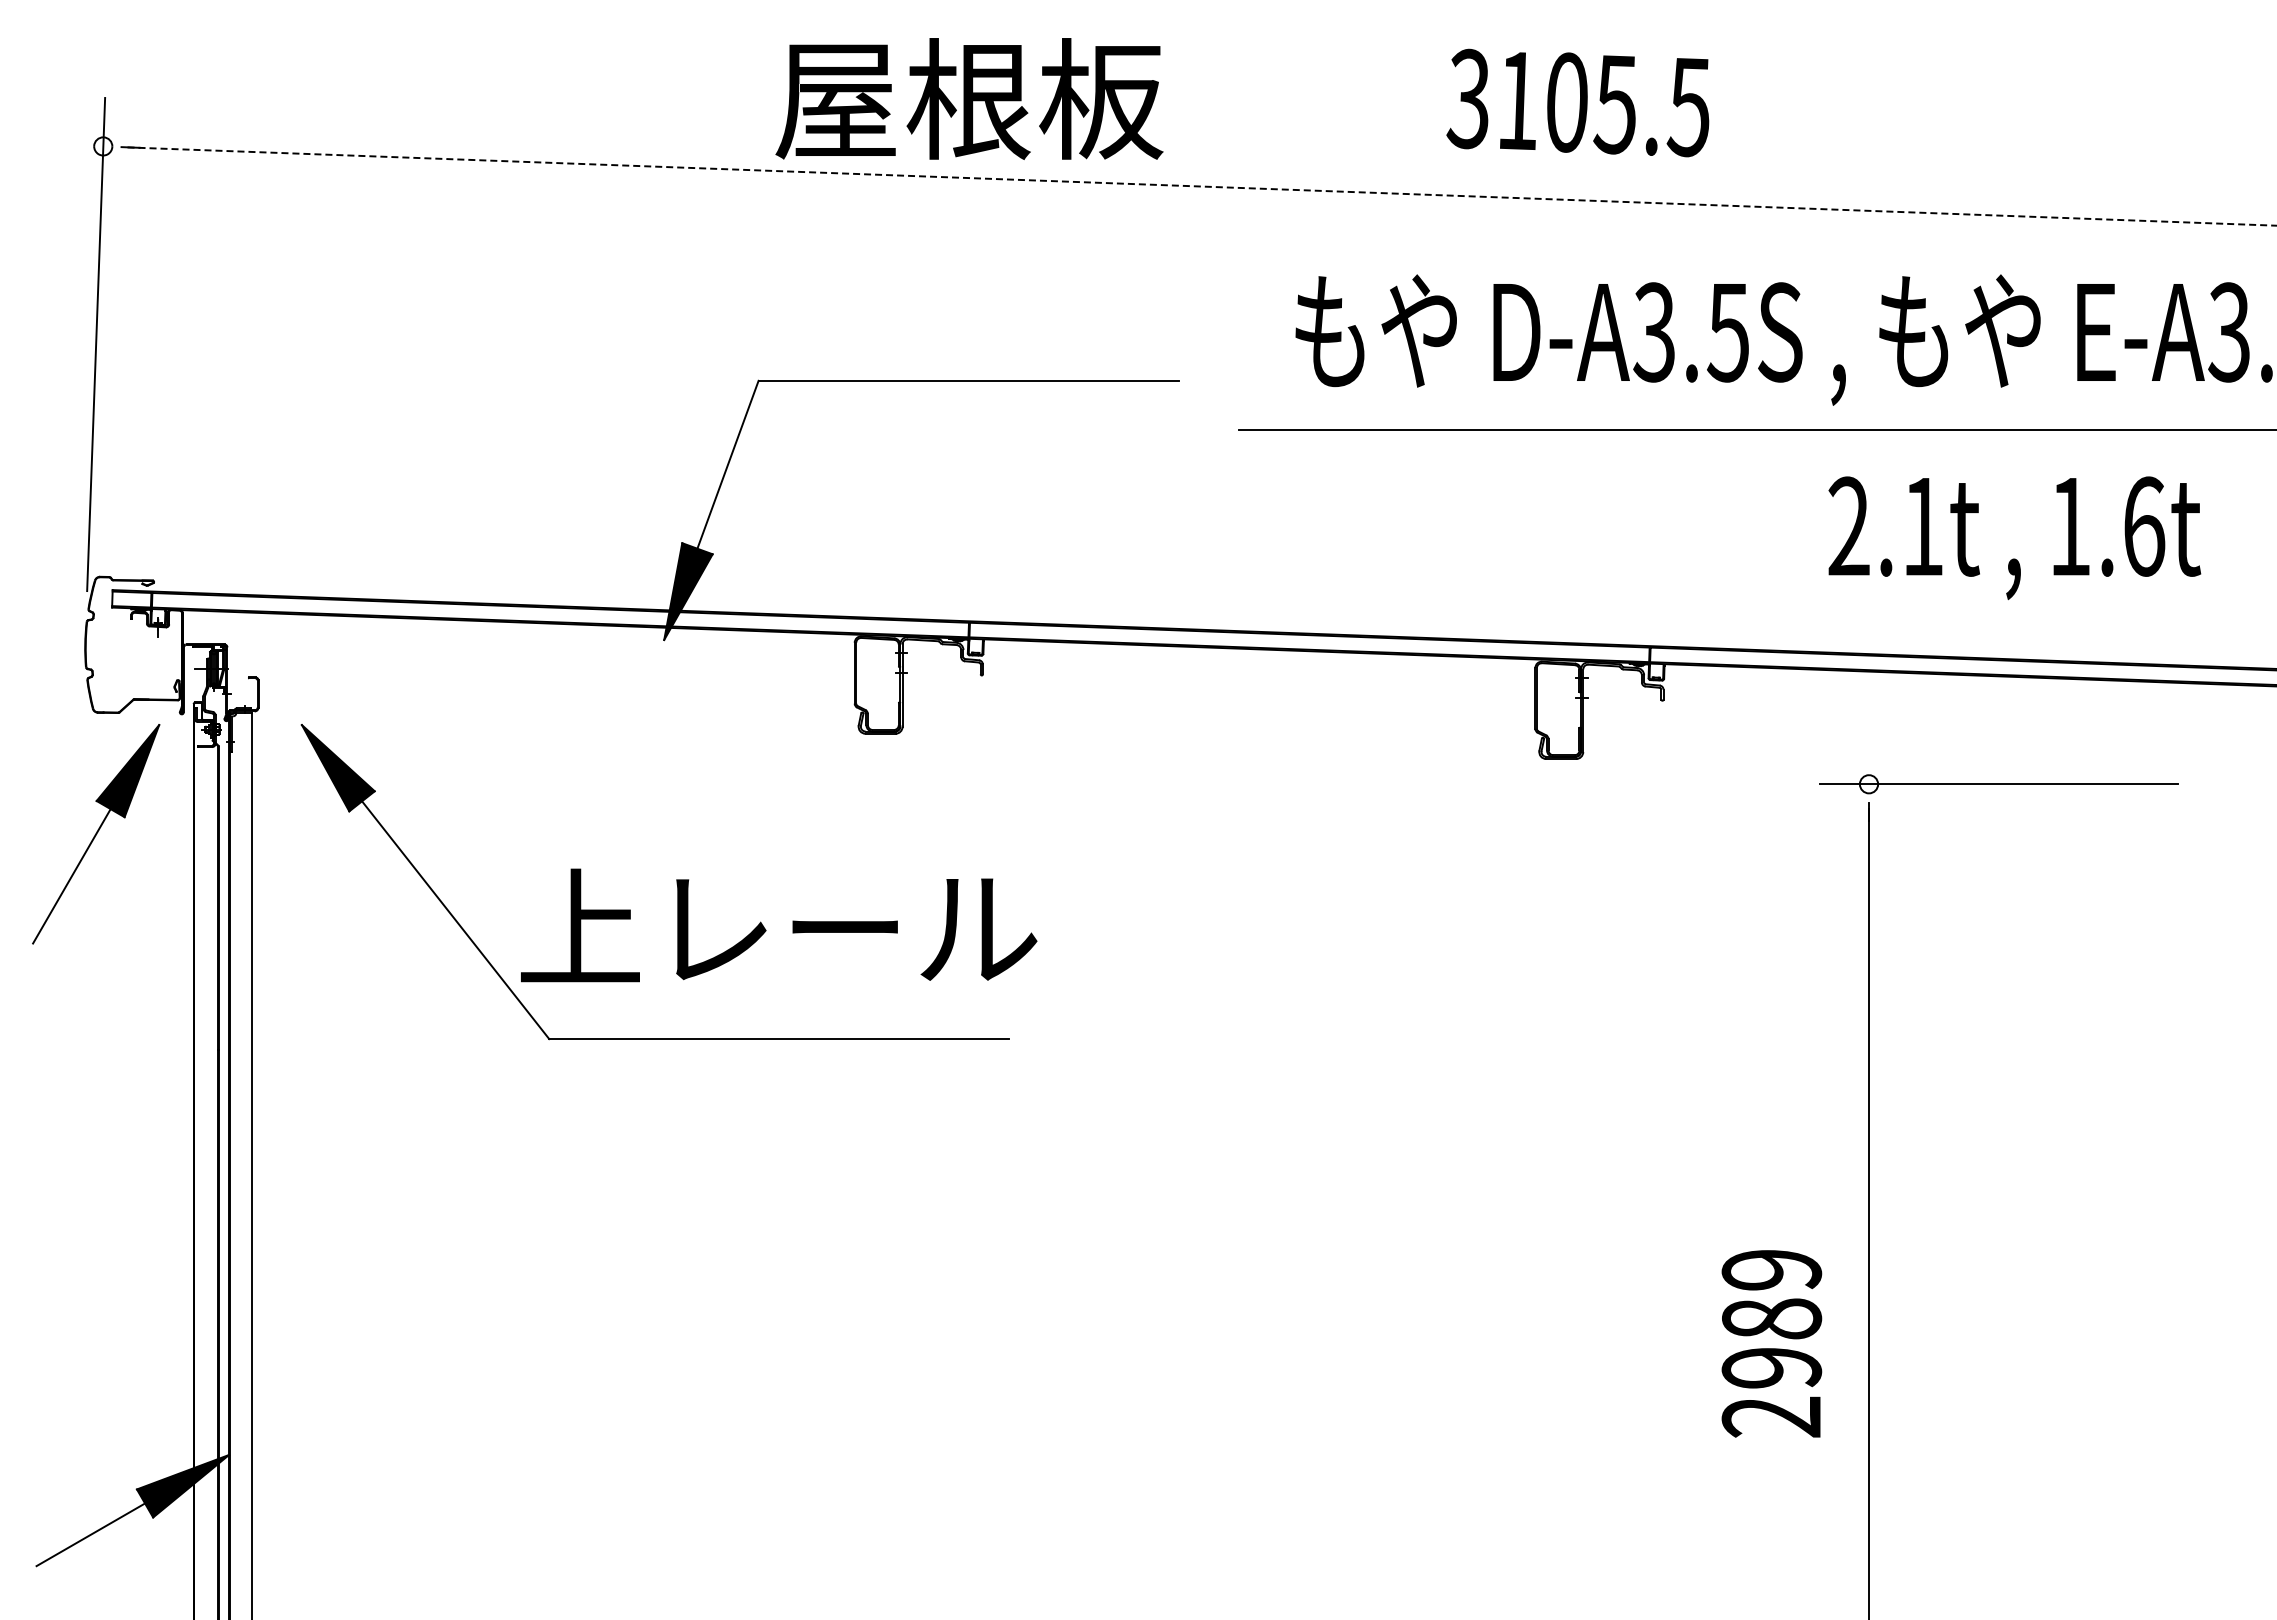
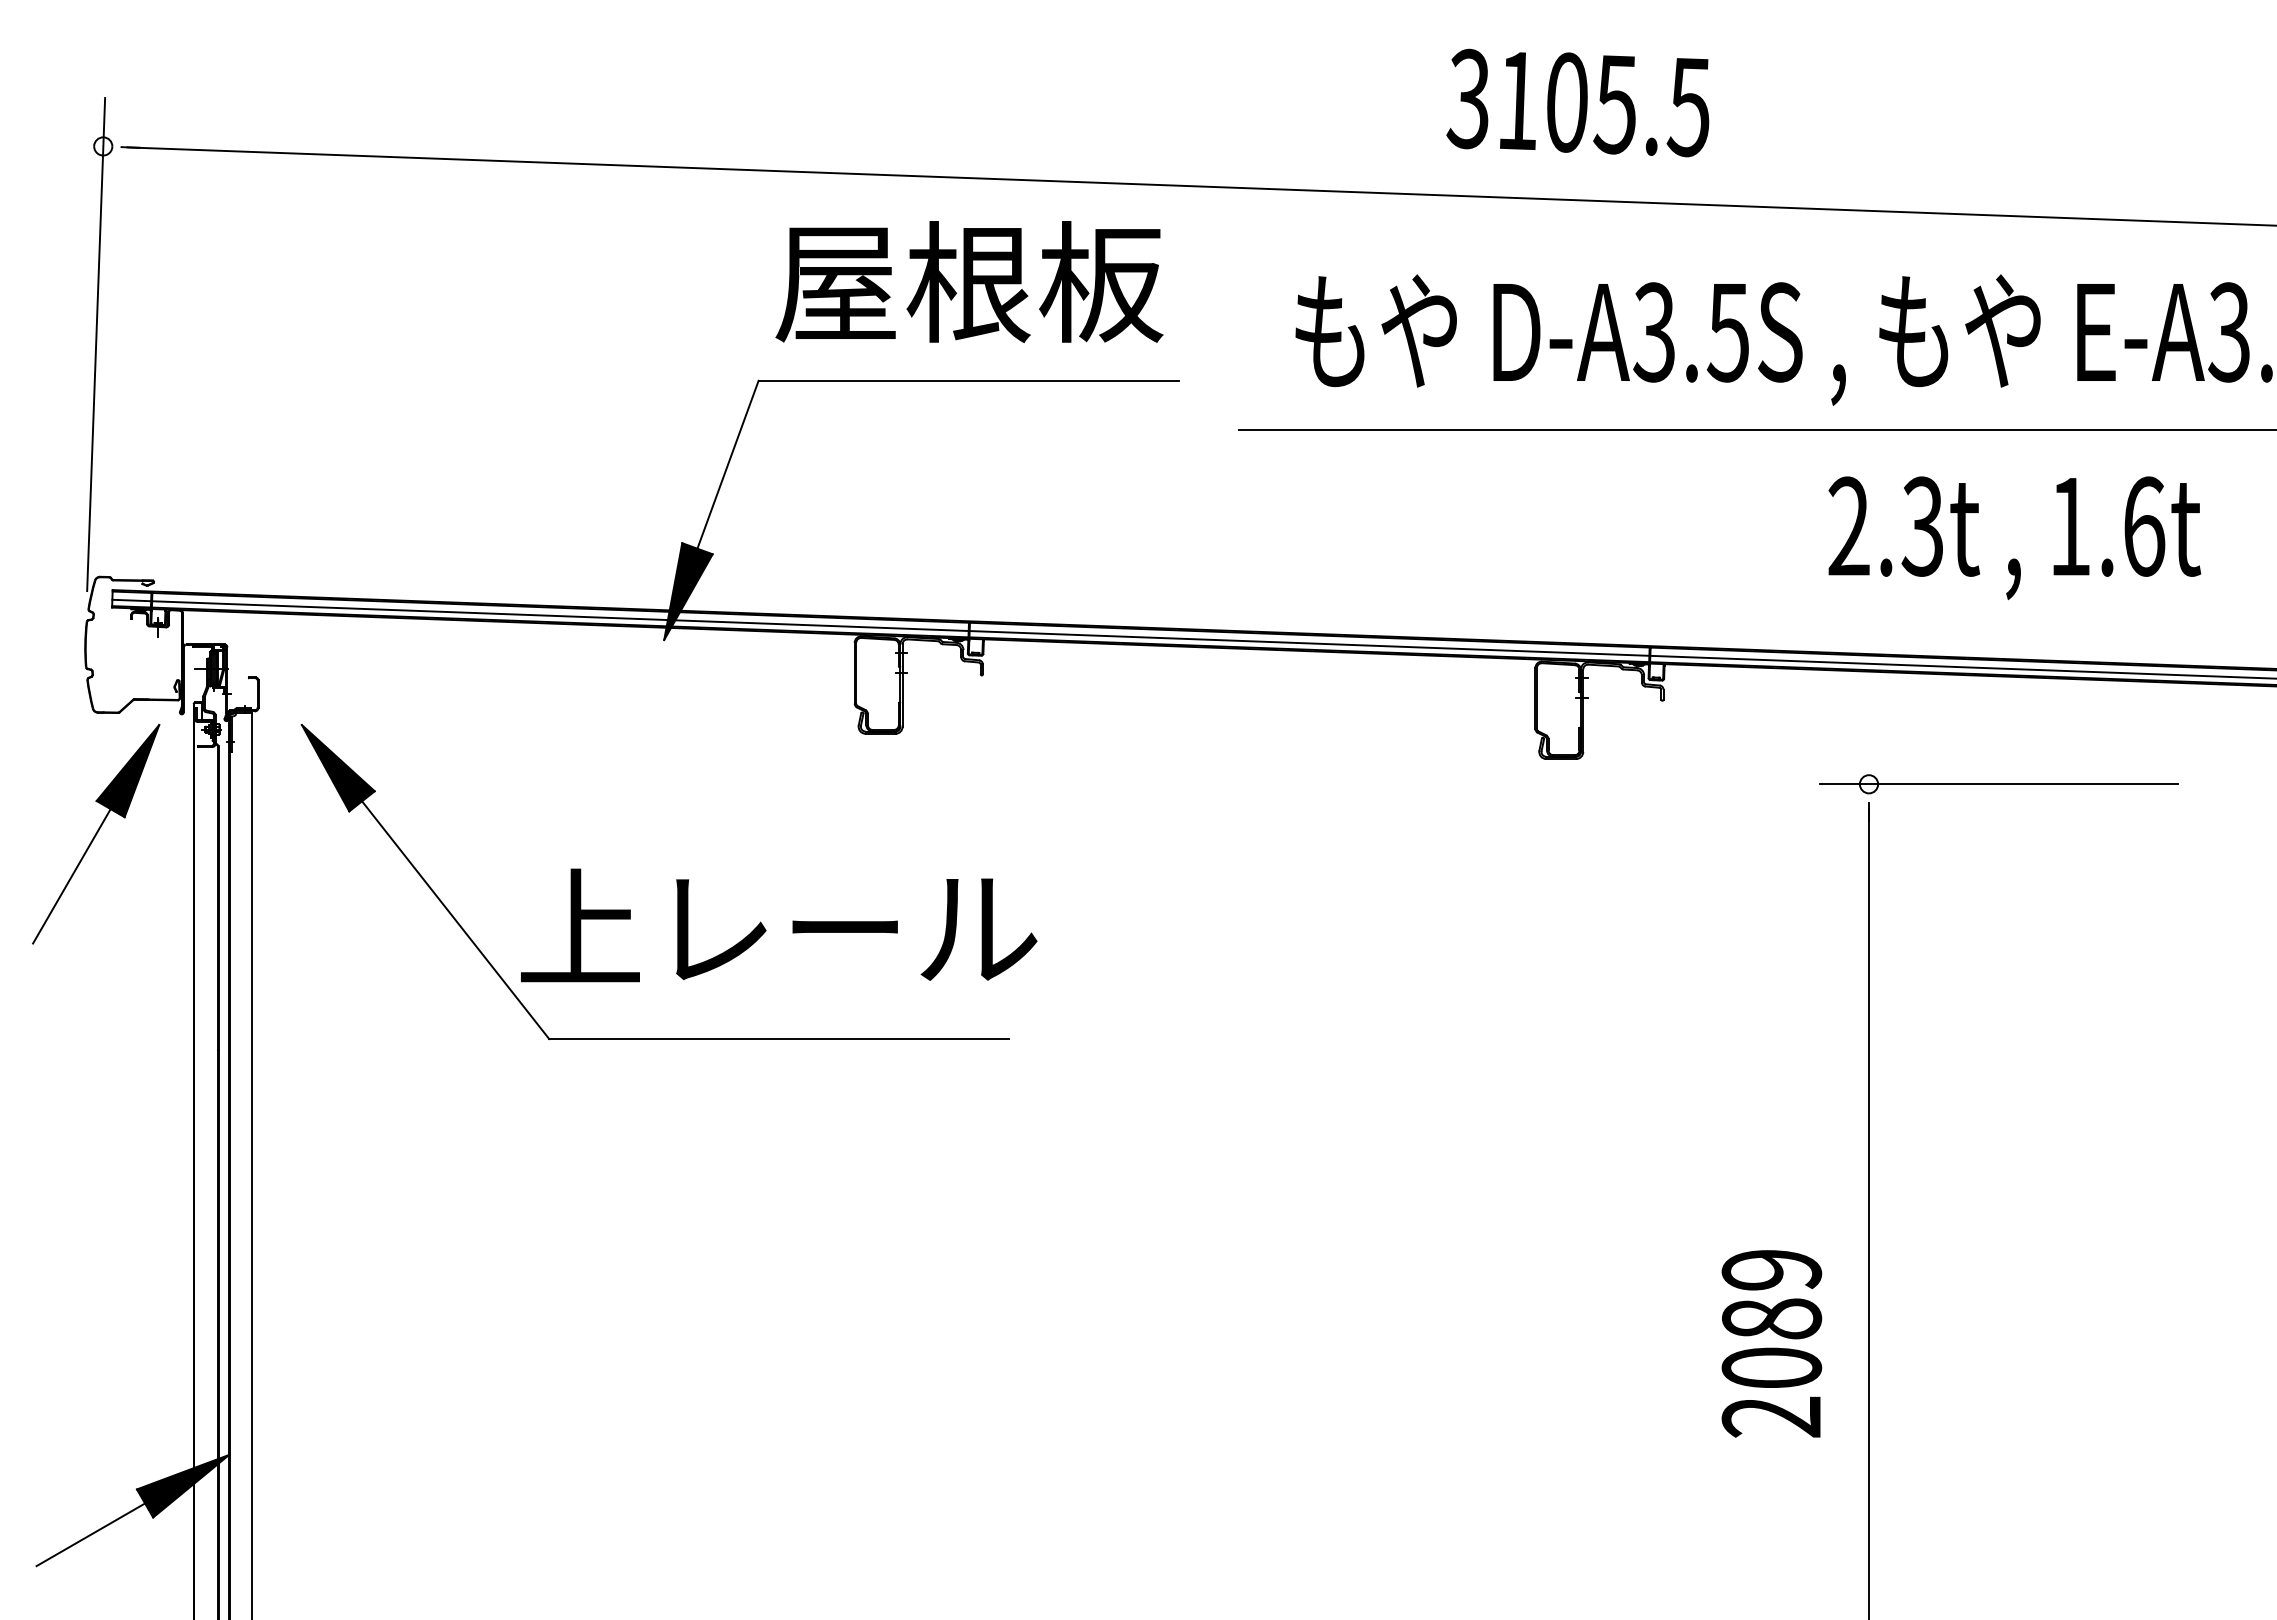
text at (969, 98) position: (969, 98) -> (969, 281)
line at (1202, 186): dashed -> solid
text at (1921, 526): 2.1t -> 2.3t
line at (1192, 638): none -> present
text at (1771, 1367): 2989 -> 2089
